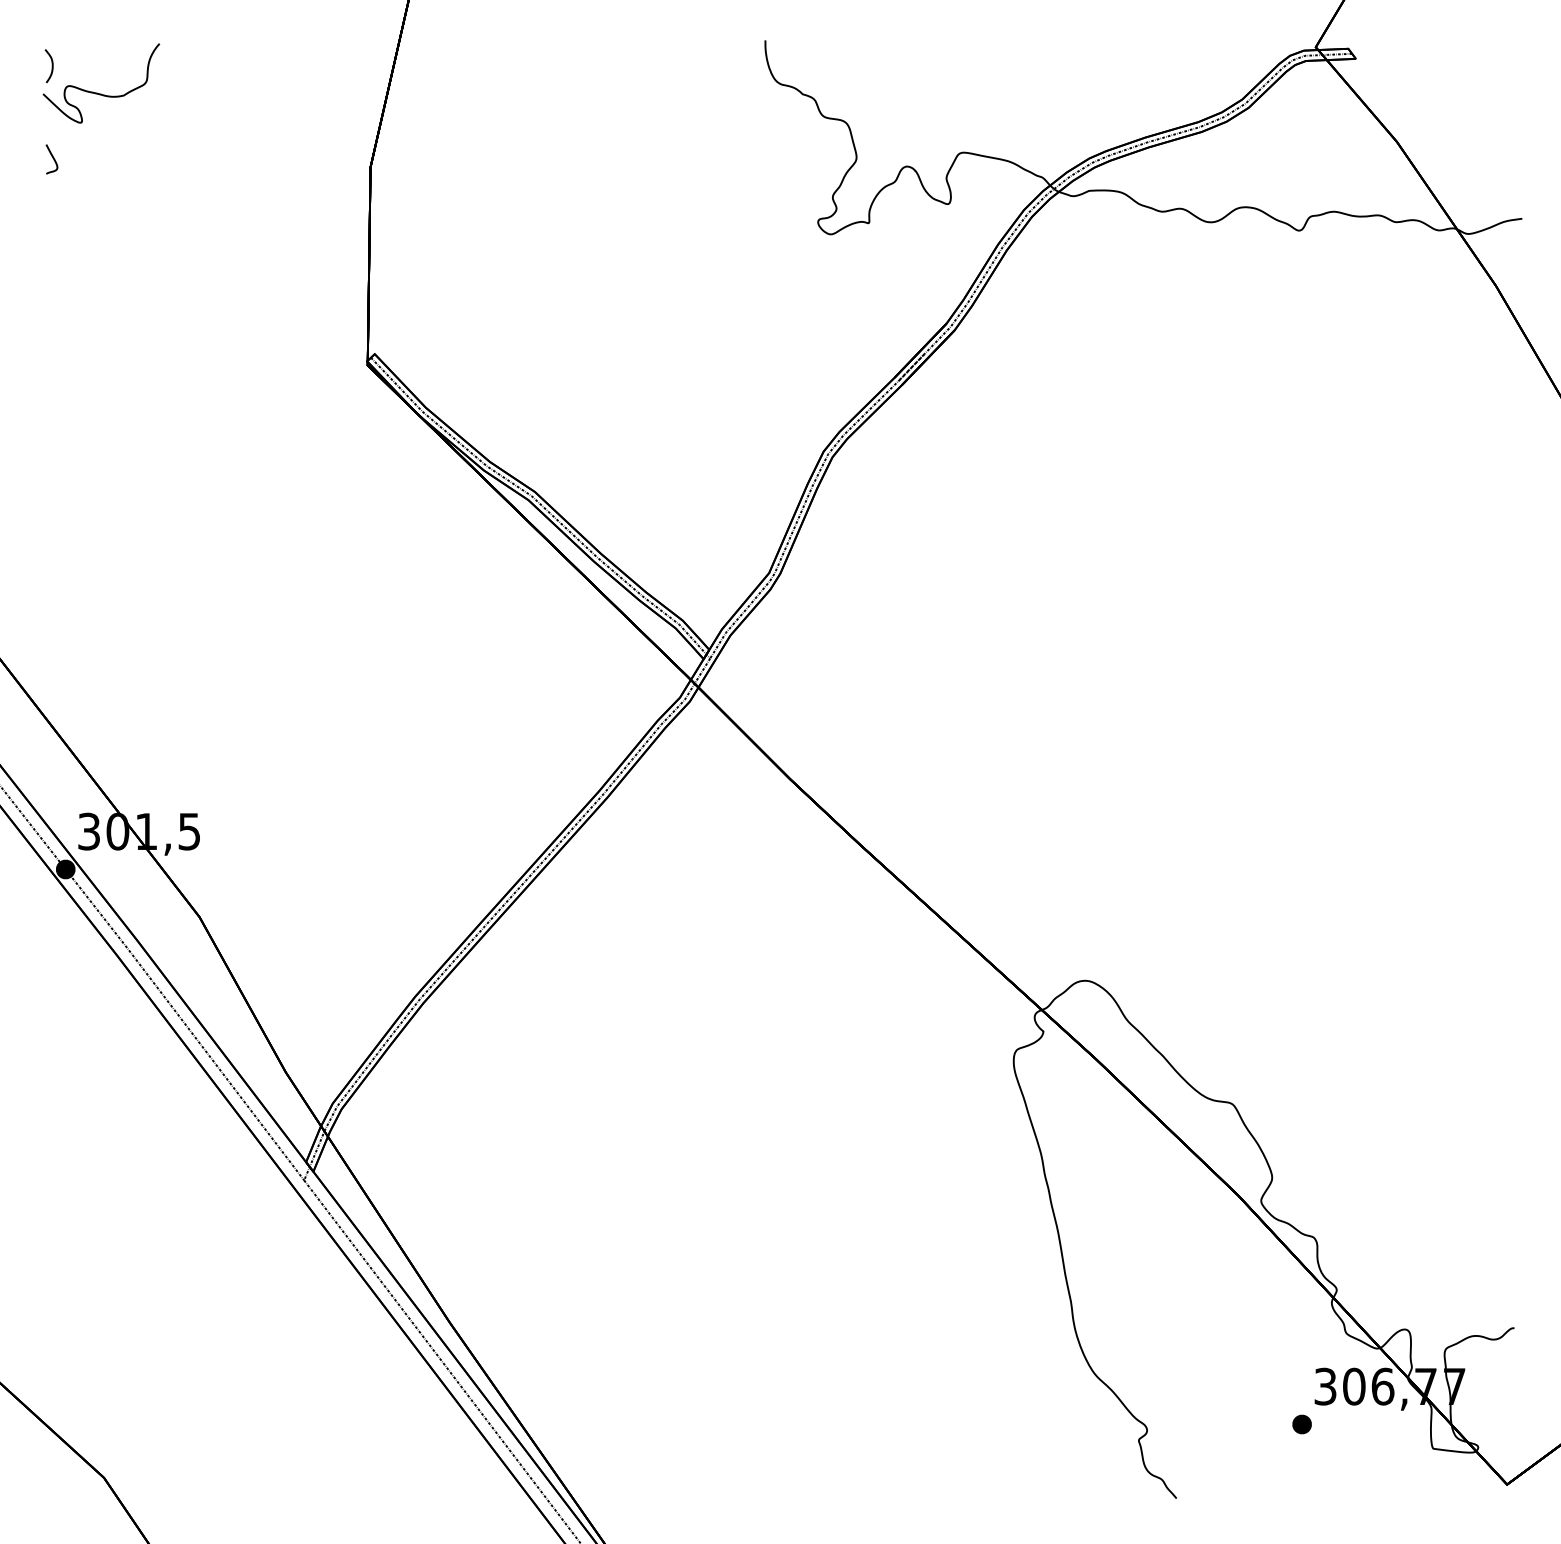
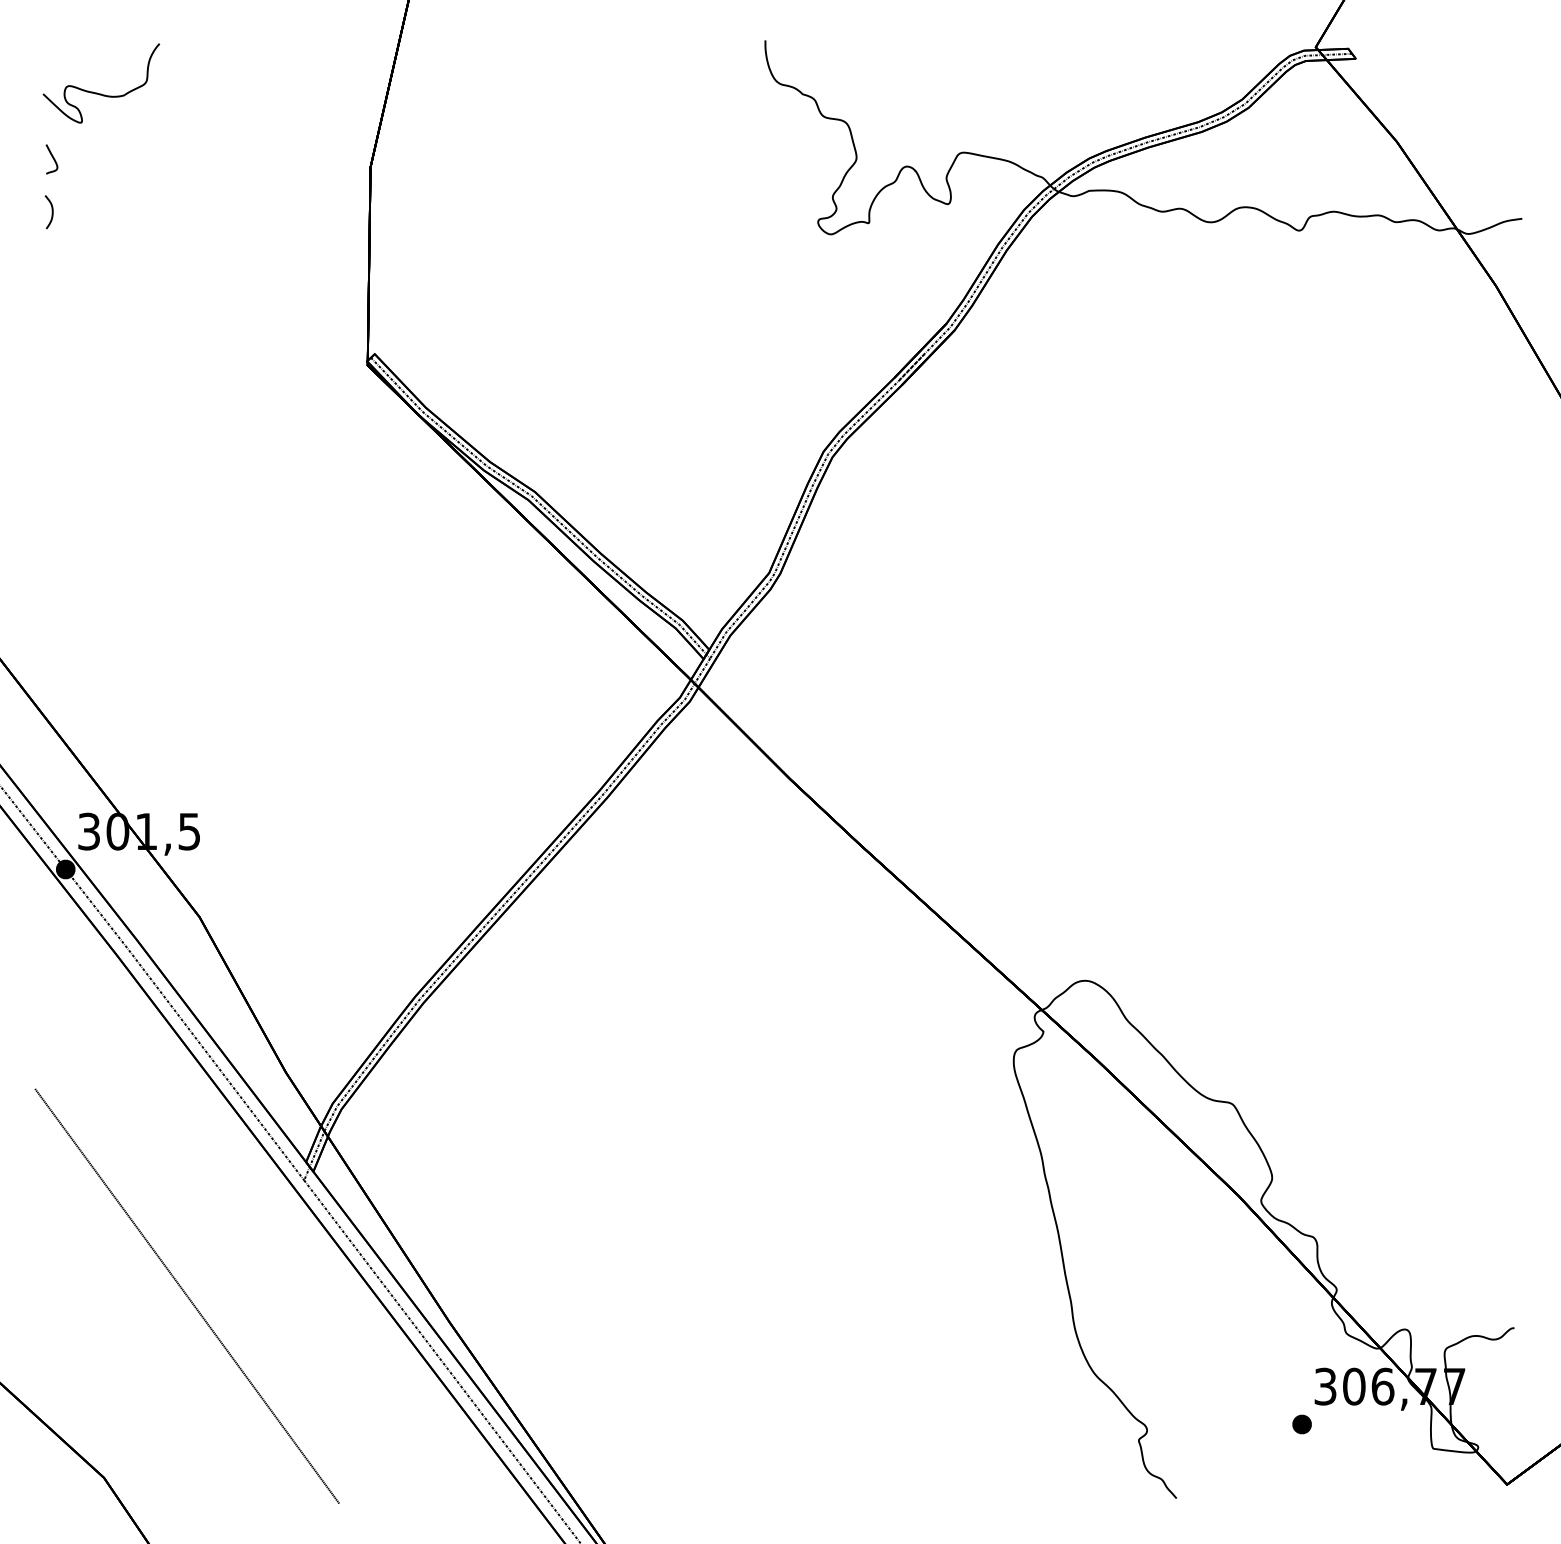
curve at (51, 66) position: (51, 66) -> (51, 212)
line at (186, 1295): none -> present
